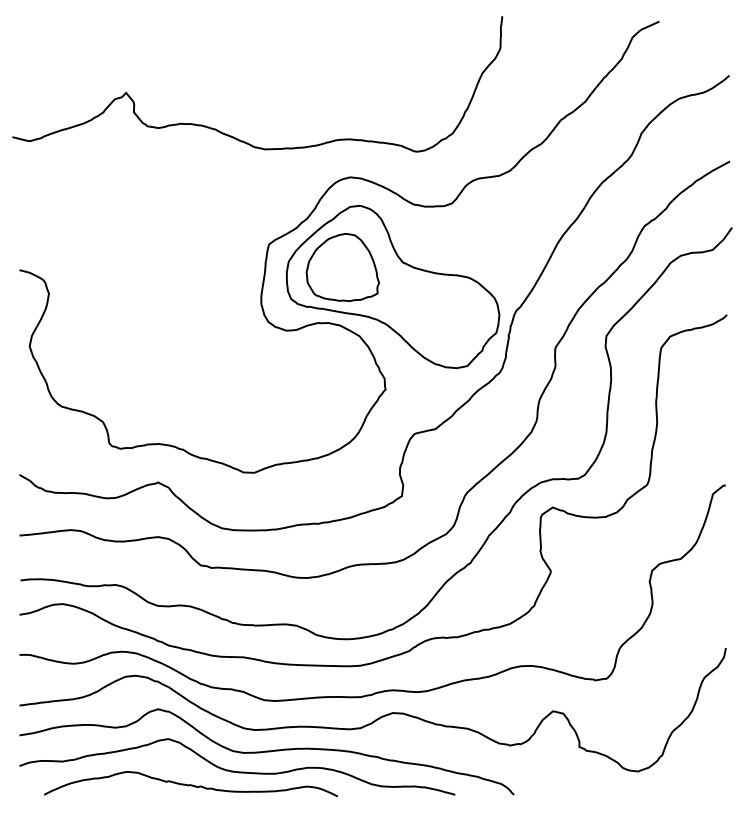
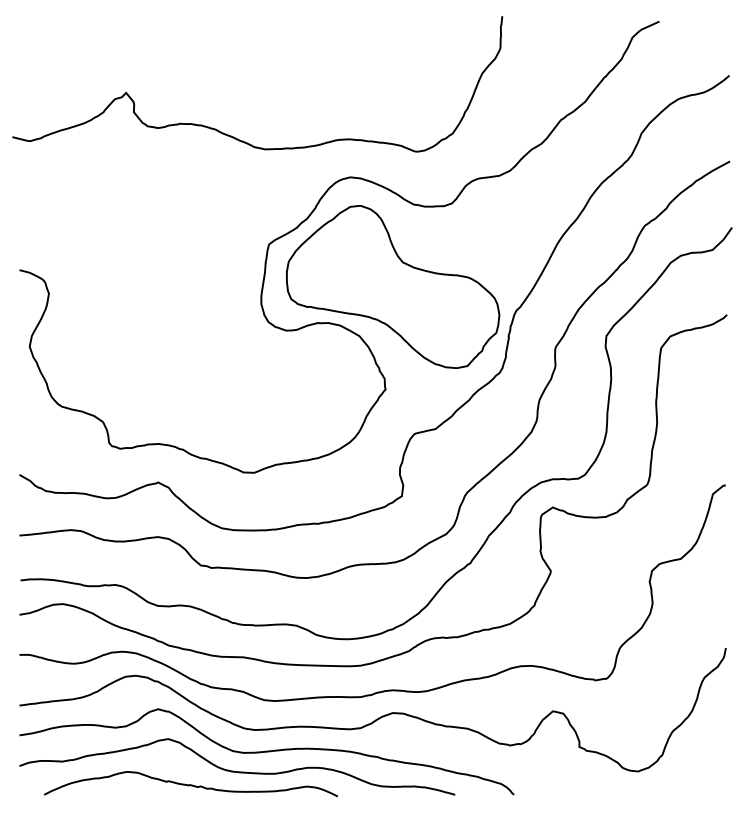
part at (342, 267): present -> none
